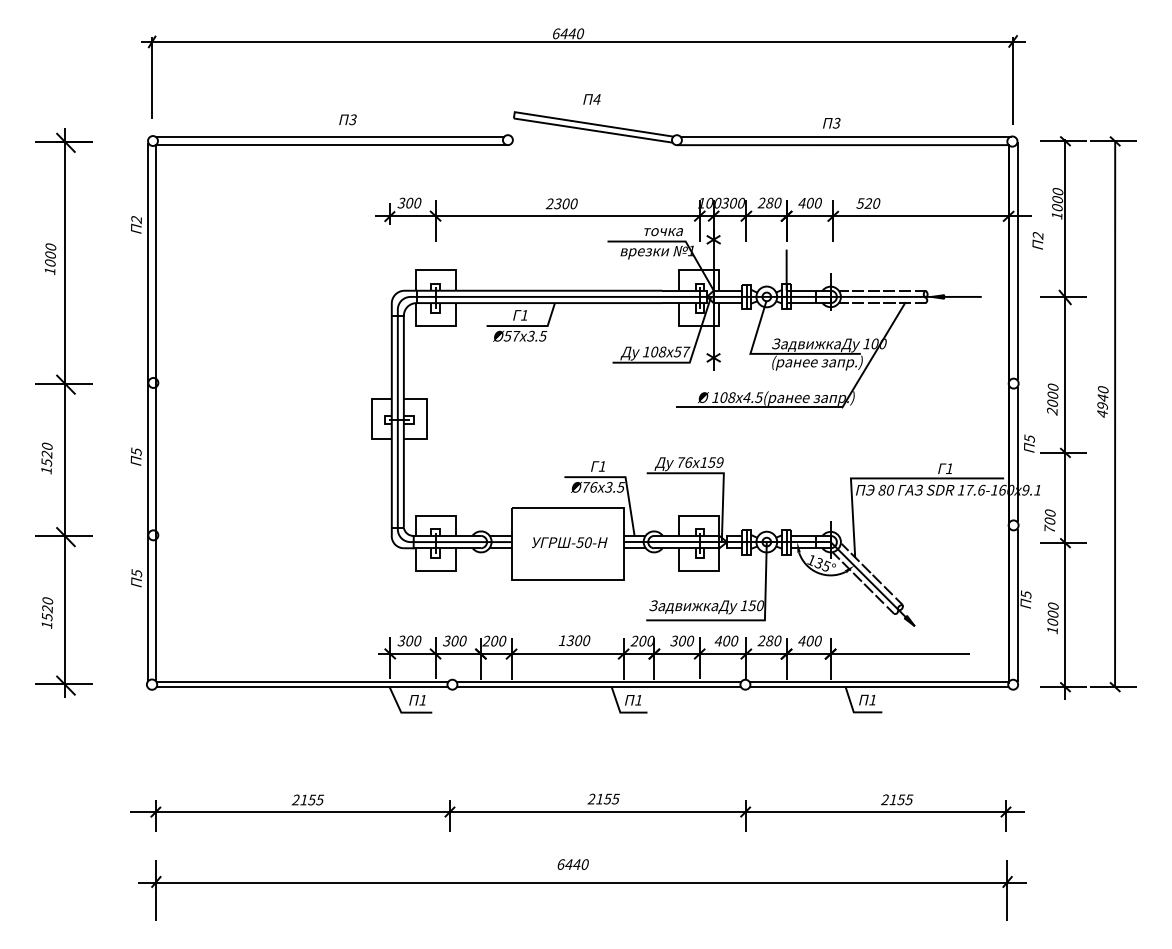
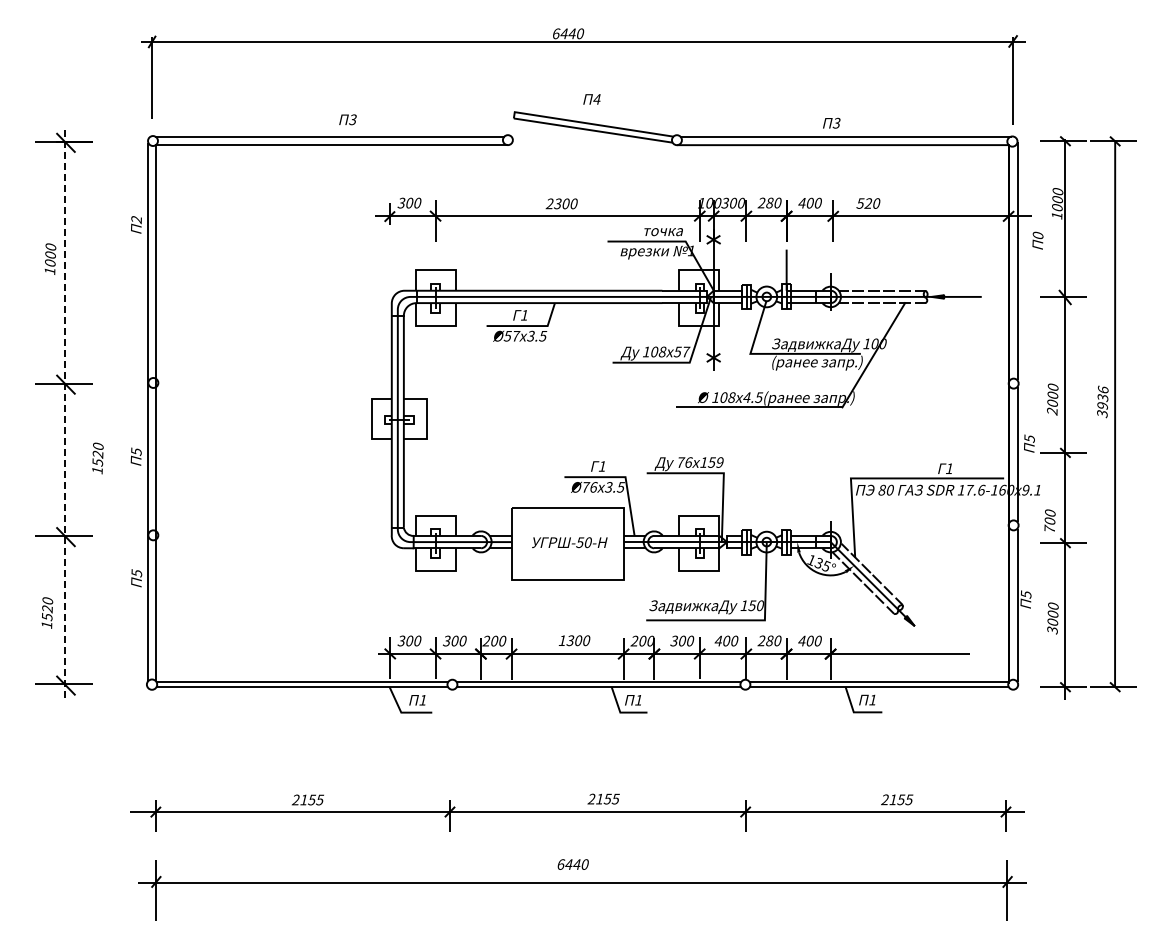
text at (1037, 235): 2 -> 0
text at (1102, 401): 4940 -> 3936
line at (64, 412): solid -> dashed
text at (46, 458) position: (46, 458) -> (97, 458)
text at (1052, 630): 1000 -> 3000
